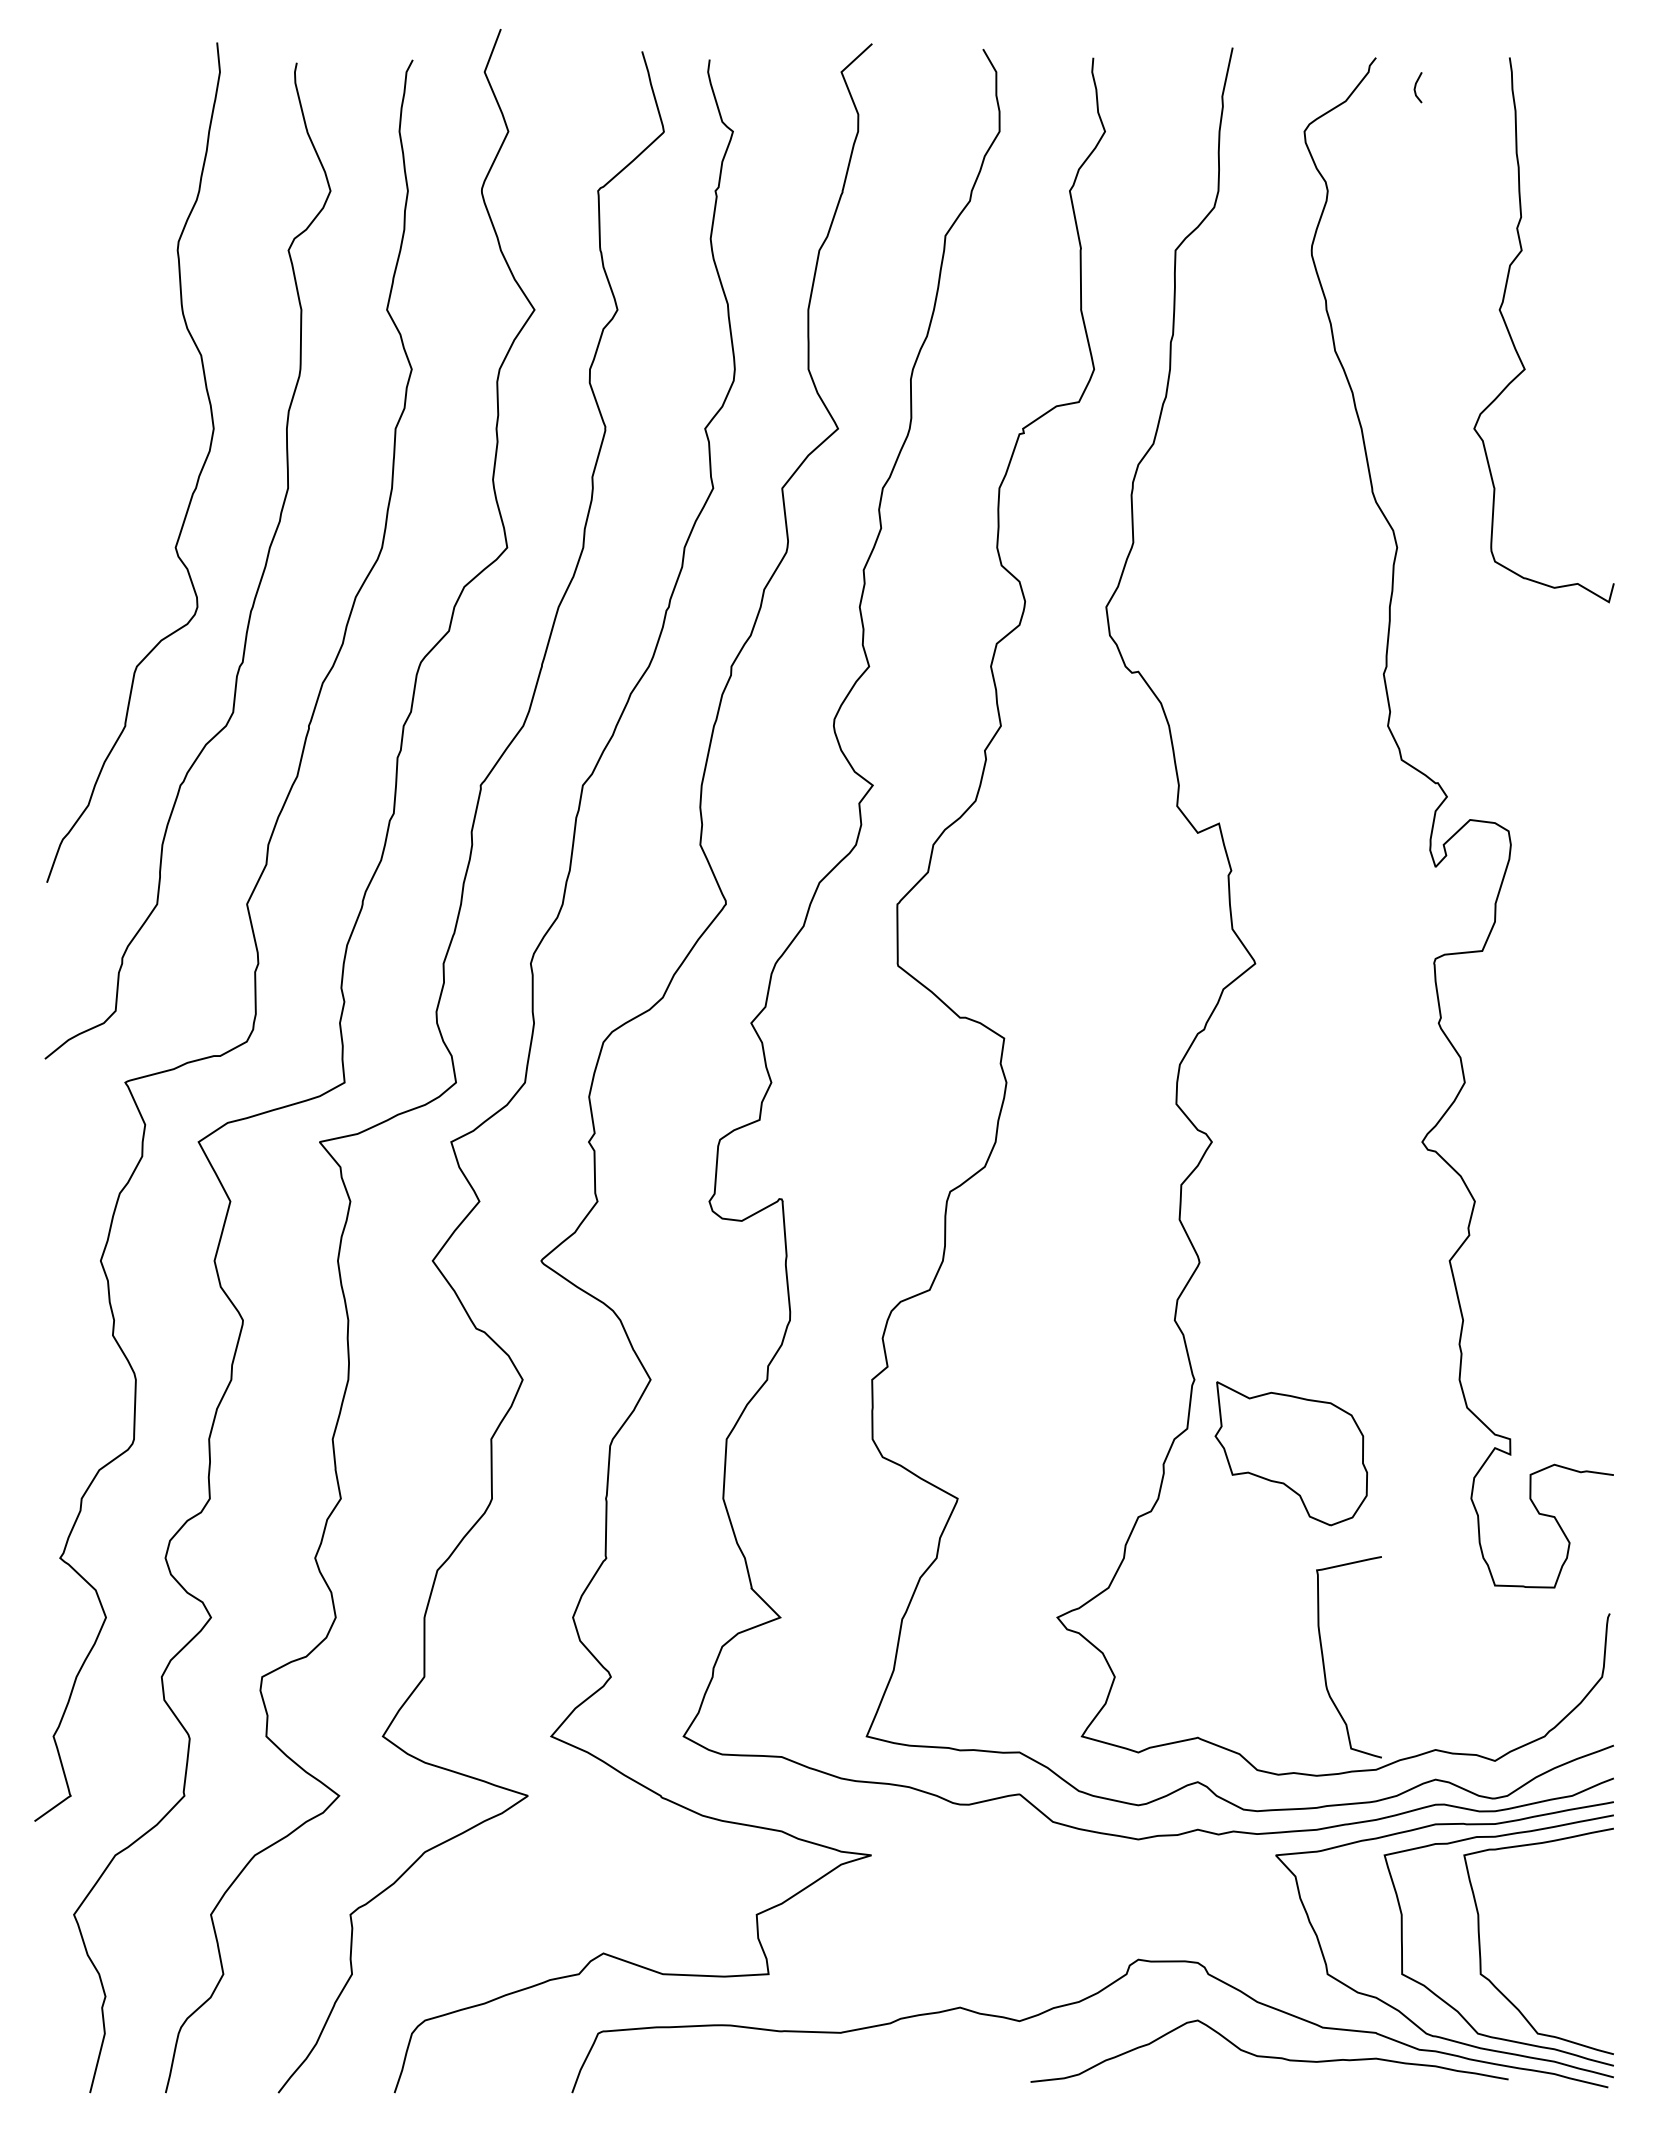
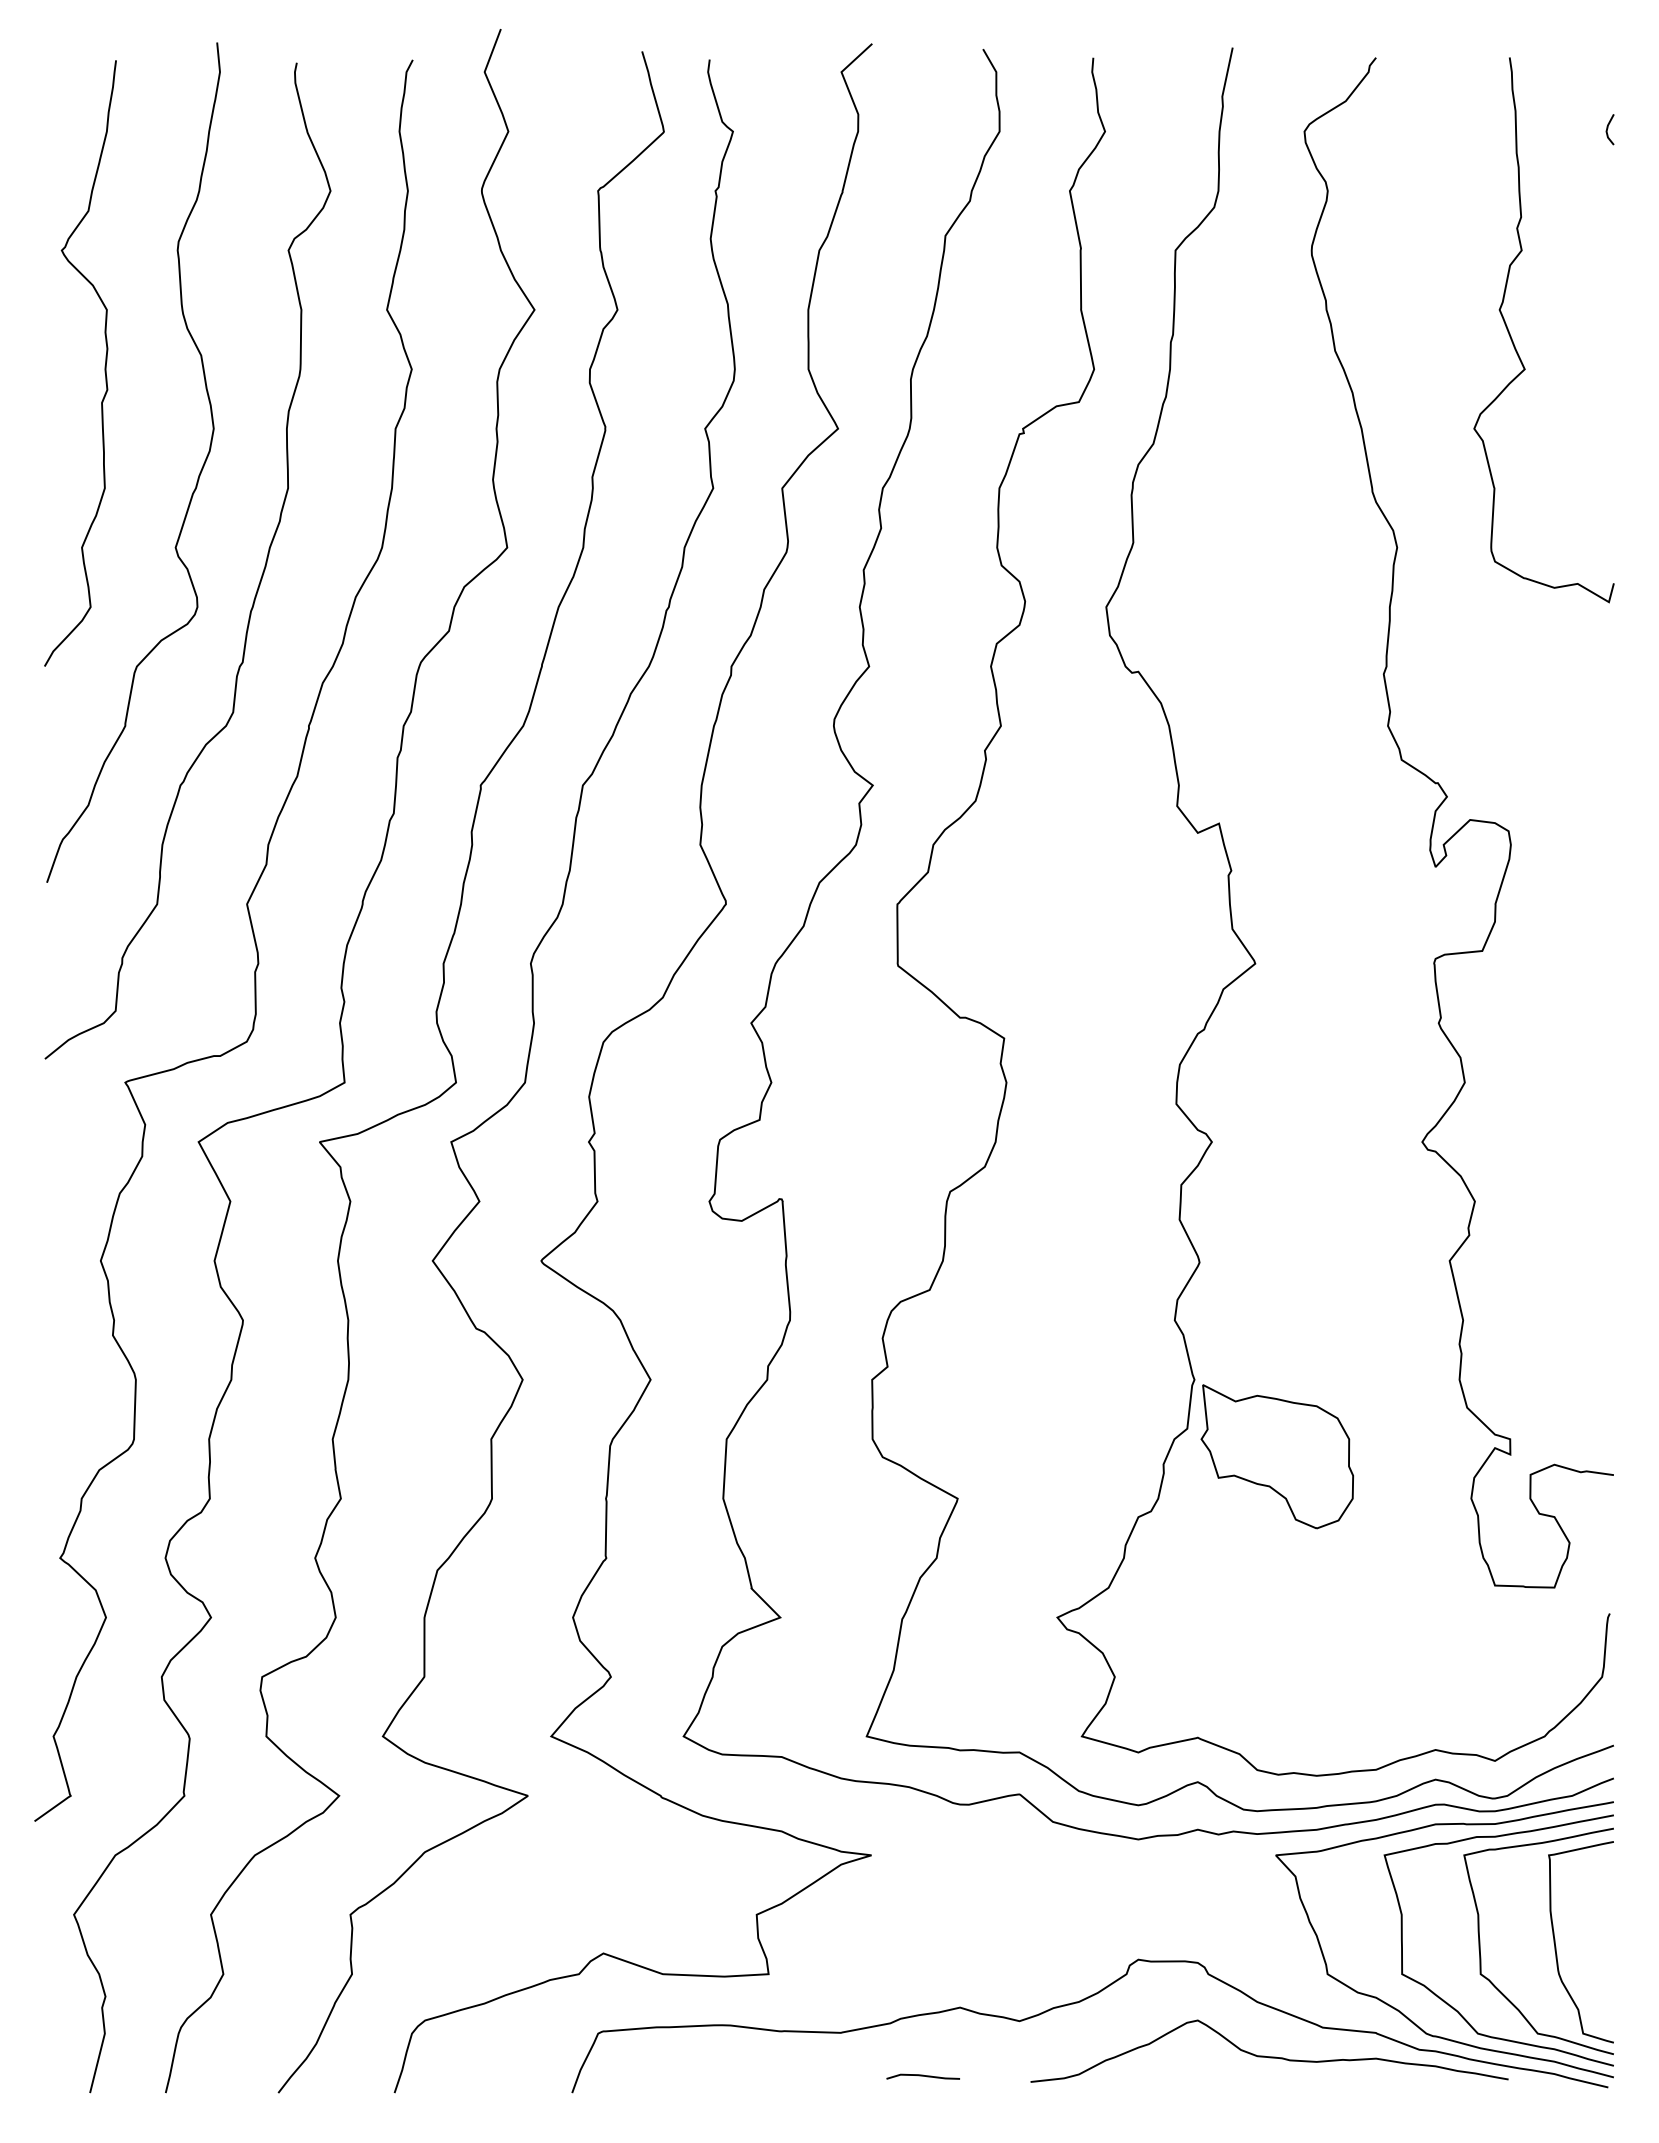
line at (1416, 86) position: (1416, 86) -> (1608, 128)
curve at (104, 366): none -> present
part at (1290, 1453) position: (1290, 1453) -> (1276, 1456)
curve at (1324, 1661) position: (1324, 1661) -> (1556, 1946)
line at (922, 2076): none -> present
